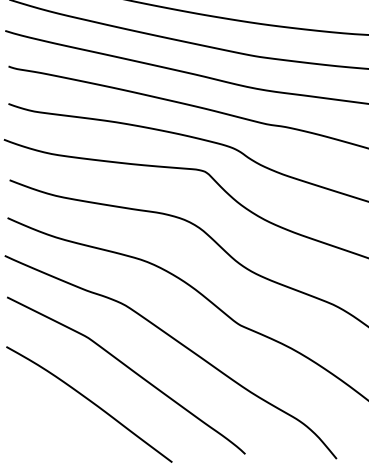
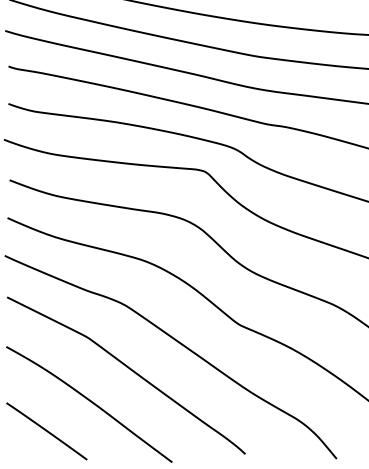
line at (46, 431): none -> present
